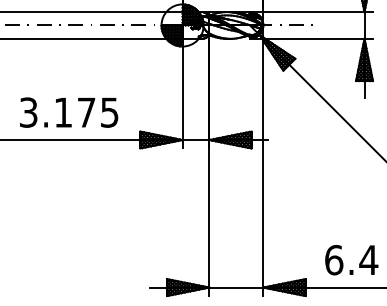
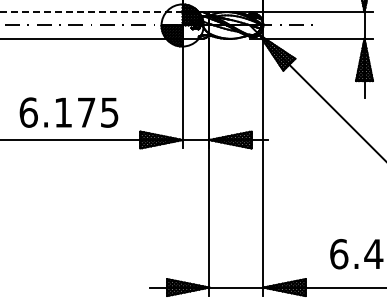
line at (90, 12): solid -> dashed
text at (28, 112): 3.175 -> 6.175
text at (351, 260) position: (351, 260) -> (356, 254)
